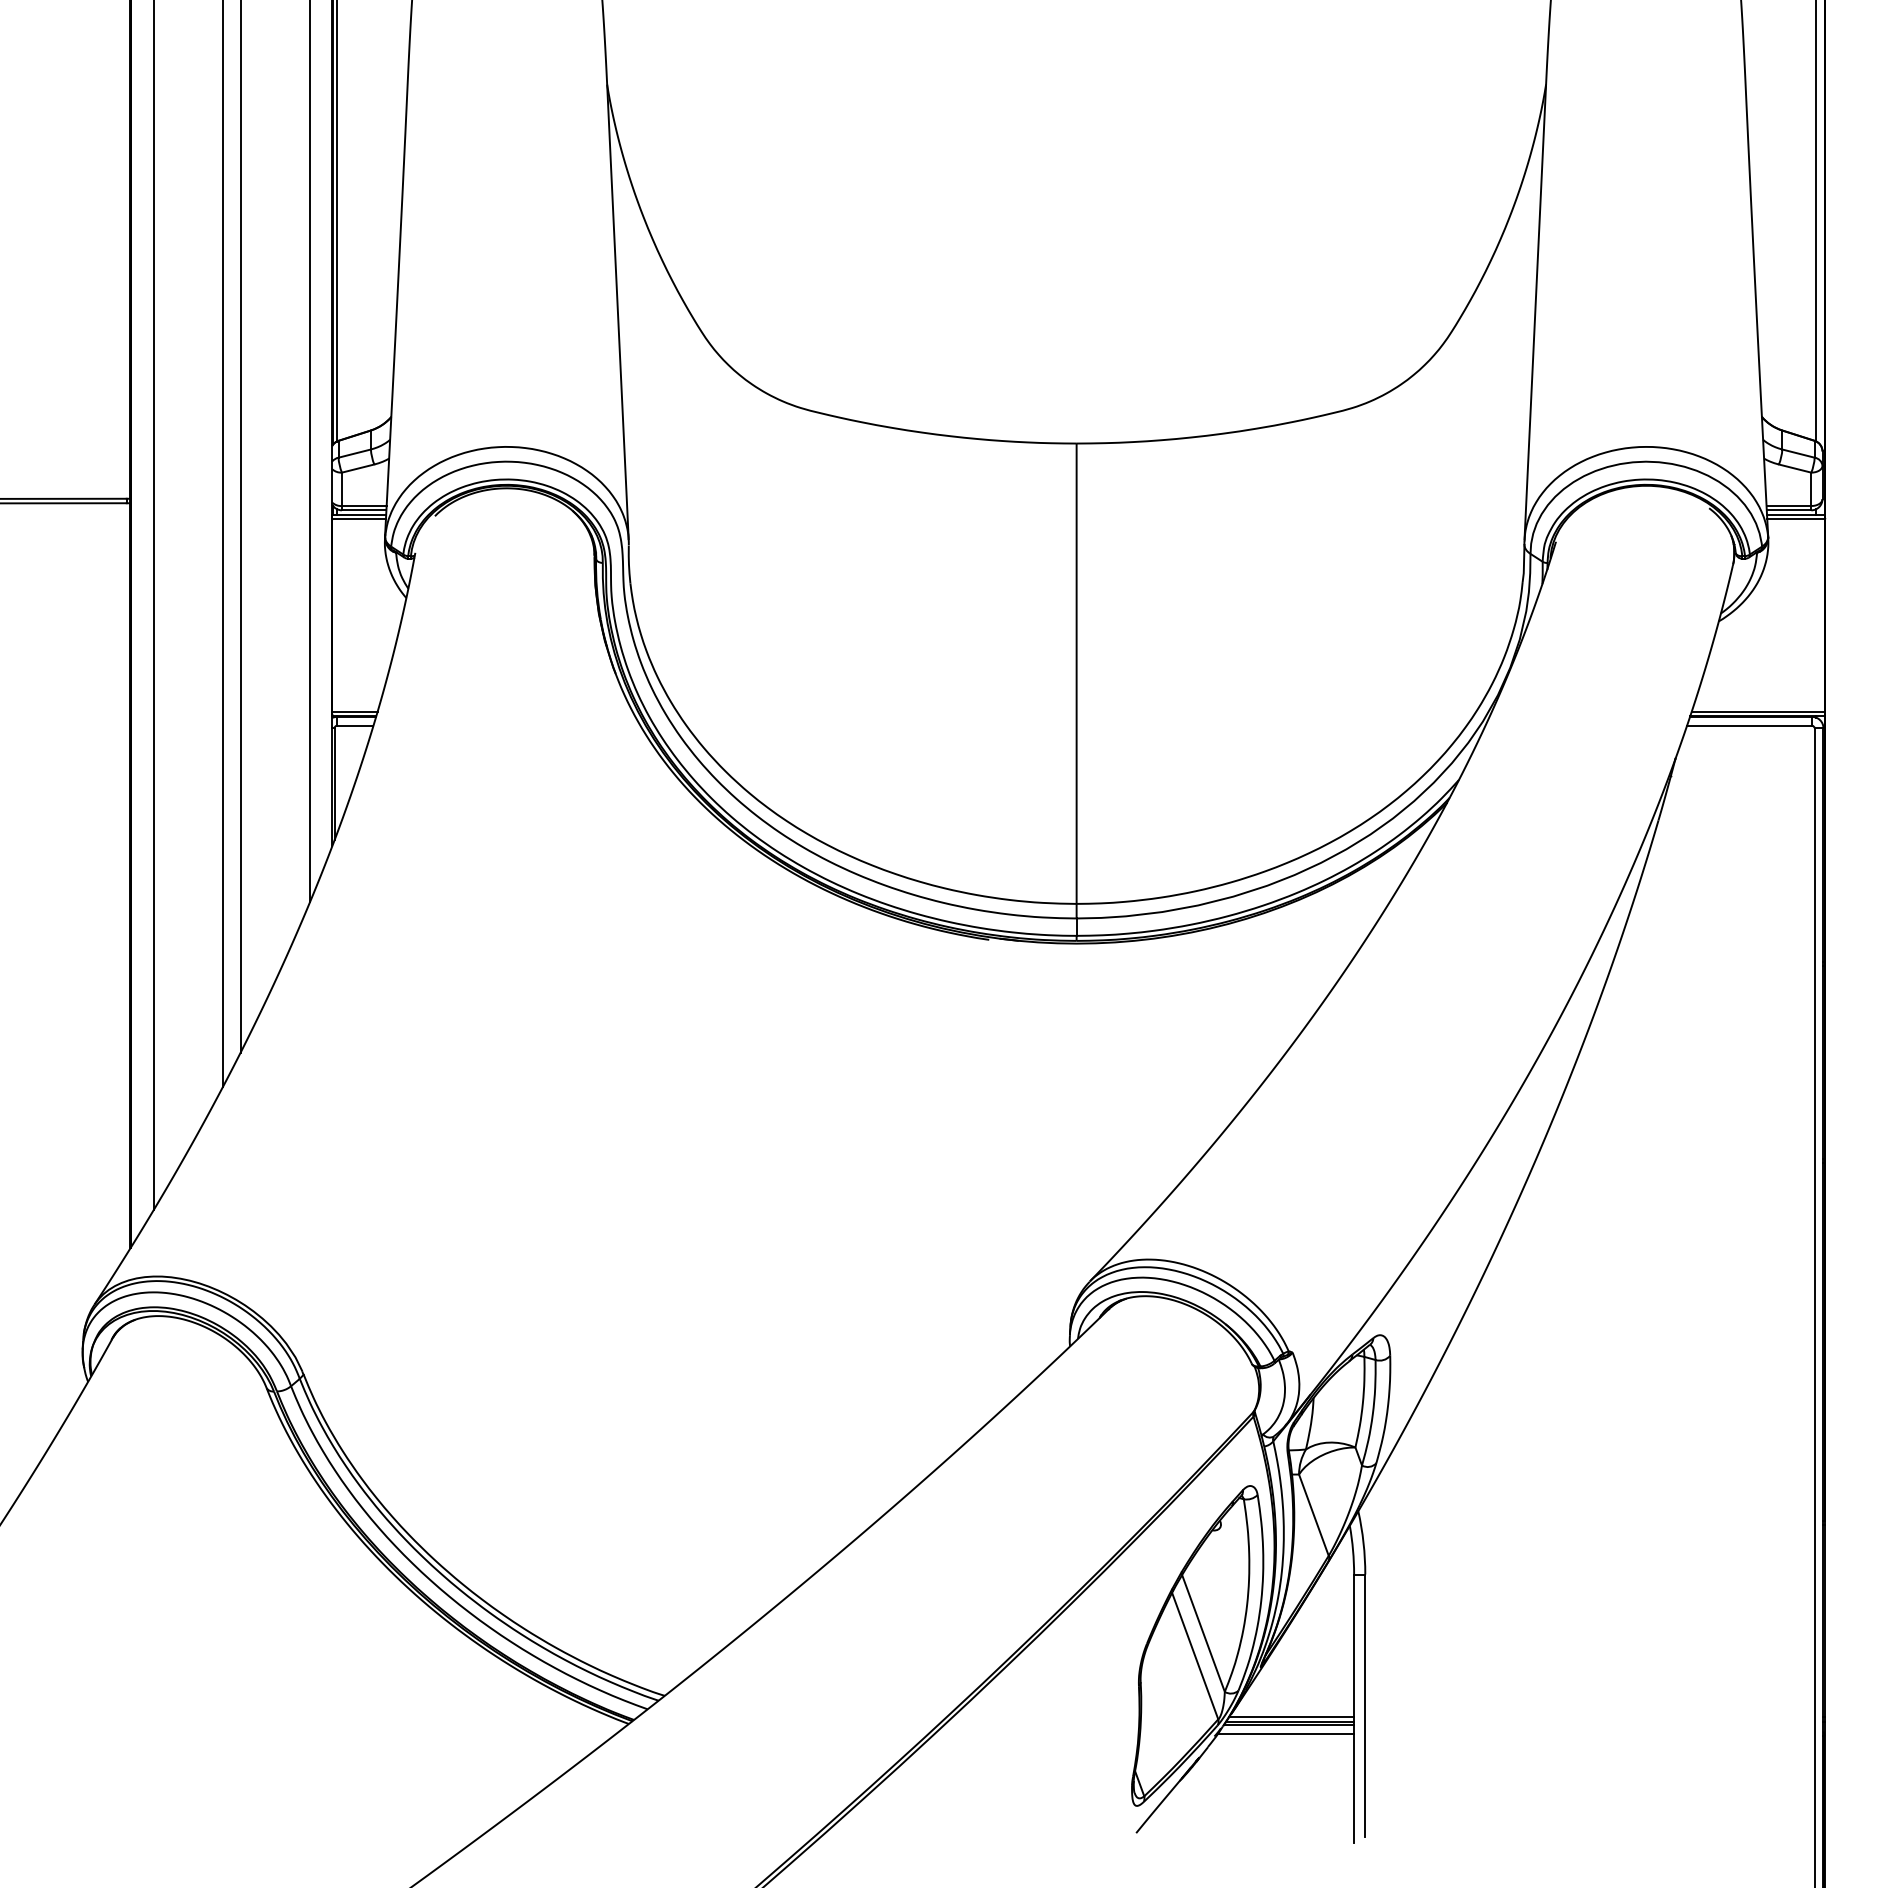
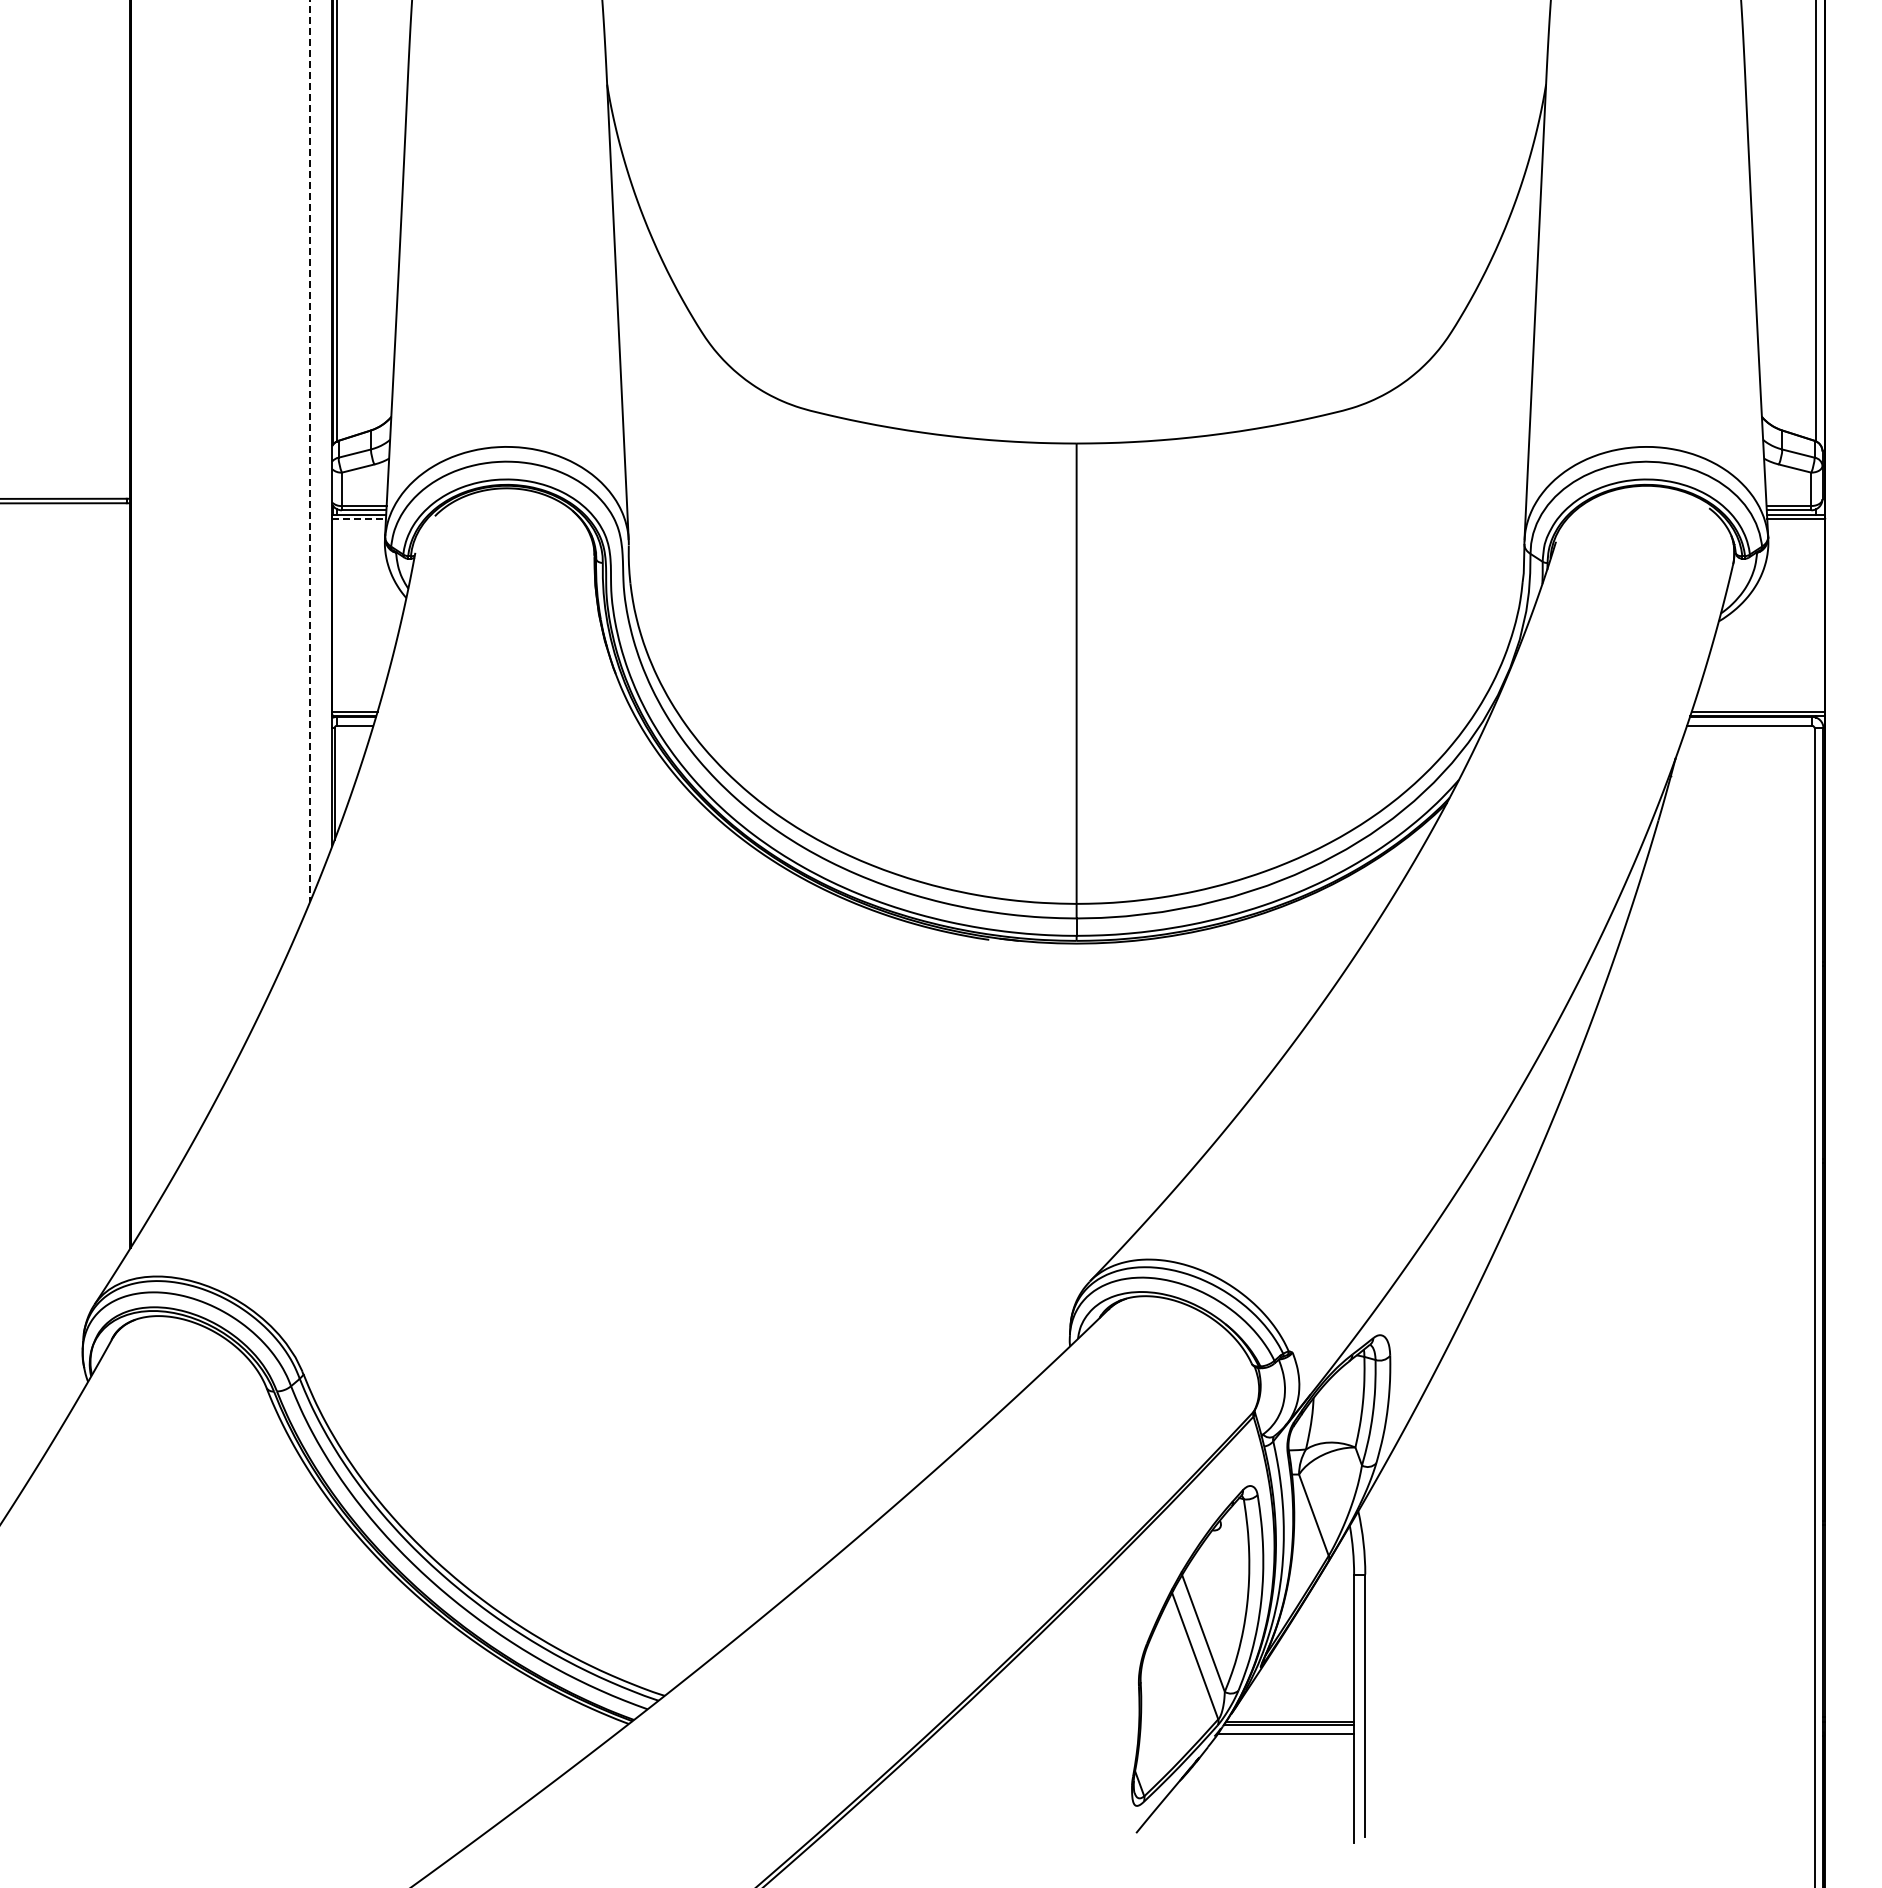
line at (309, 451): solid -> dashed
line at (359, 519): solid -> dashed
line at (240, 527): present -> none
line at (222, 544): present -> none
line at (153, 606): present -> none
line at (1291, 1717): present -> none
